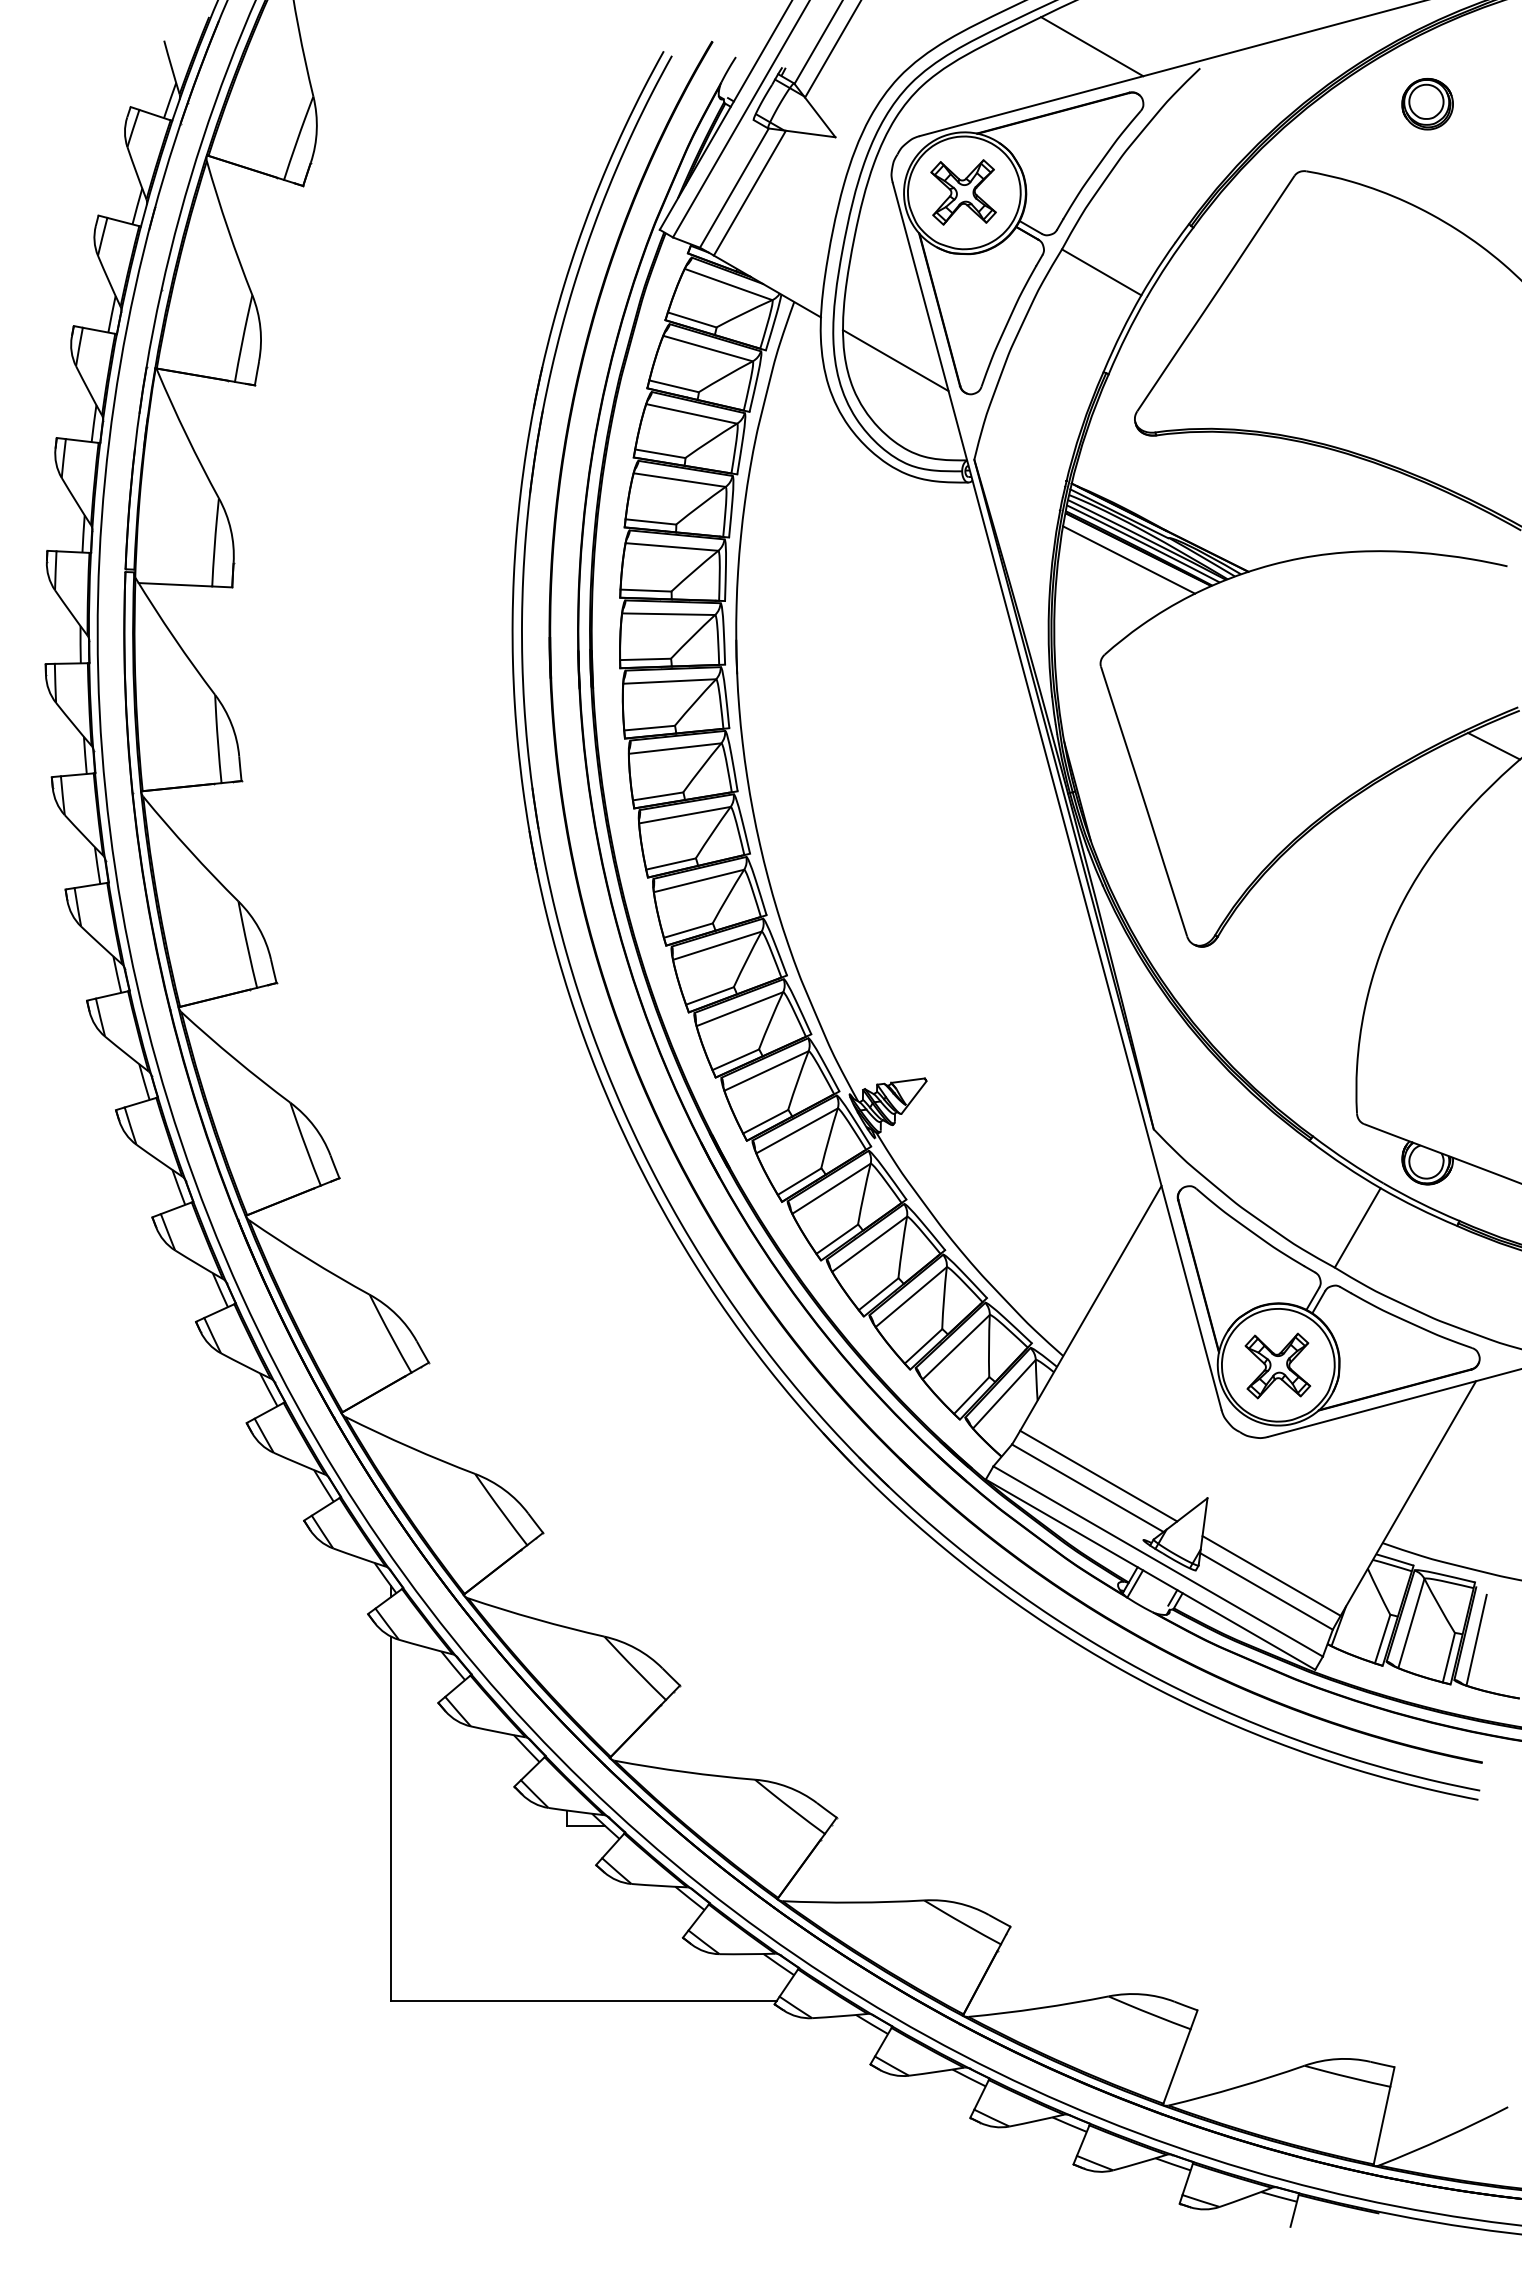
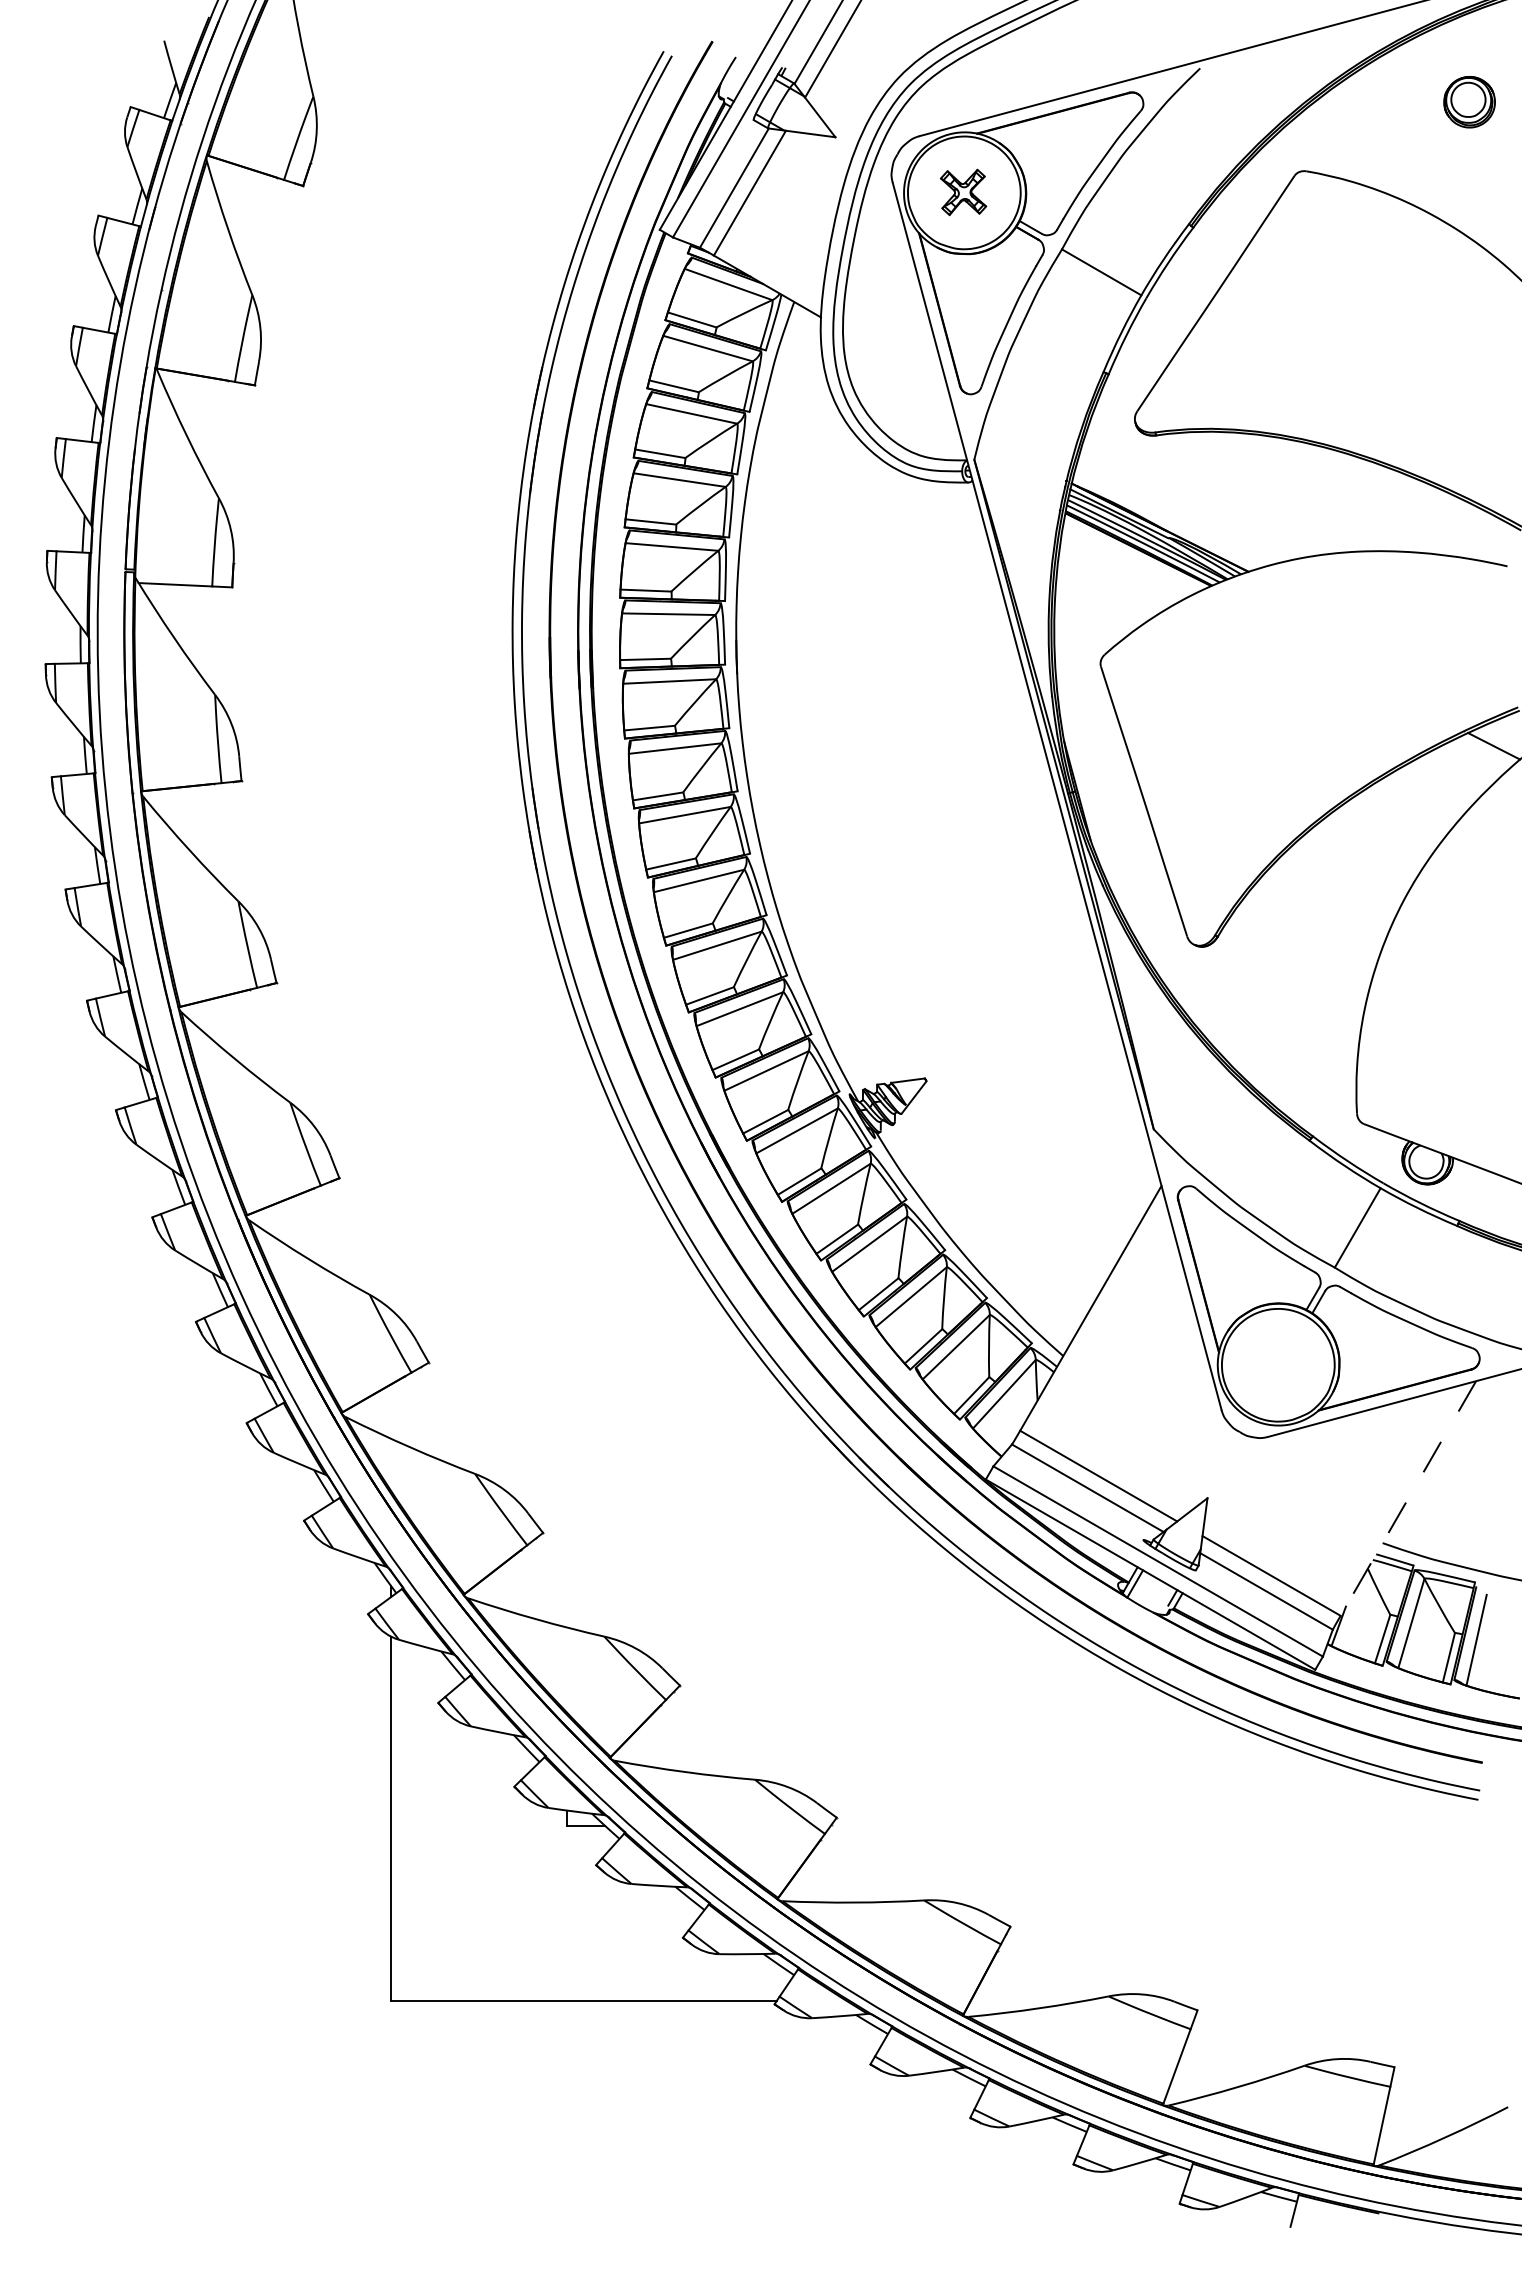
line at (1092, 46): present -> none
part at (1427, 104) position: (1427, 104) -> (1469, 102)
part at (963, 192) size: 67x67 px -> 49x49 px
line at (895, 360): present -> none
line at (1128, 559): present -> none
part at (1277, 1365): present -> none
line at (1408, 1498): solid -> dashed
